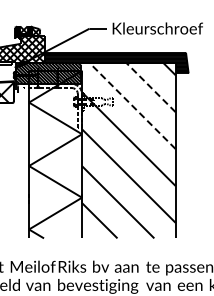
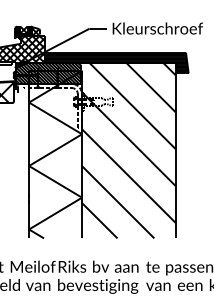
line at (151, 87): dashed -> solid
line at (132, 106): dashed -> solid
